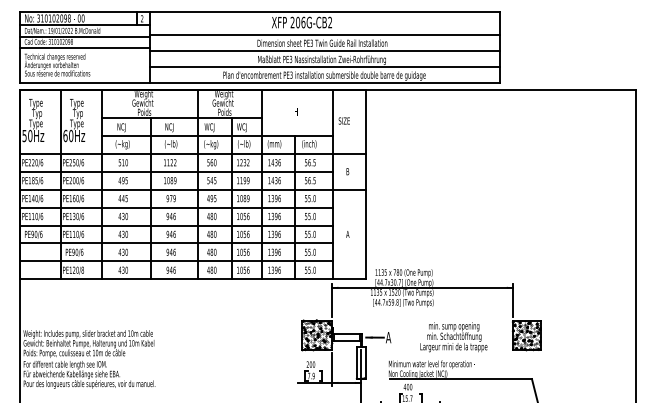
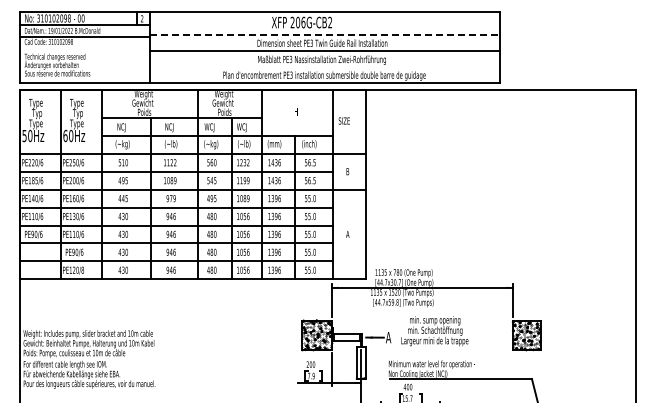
line at (325, 34): solid -> dashed
line at (84, 47): present -> none
line at (324, 67): present -> none
text at (453, 337) position: (453, 337) -> (434, 331)
